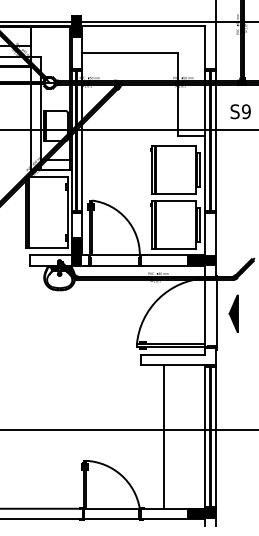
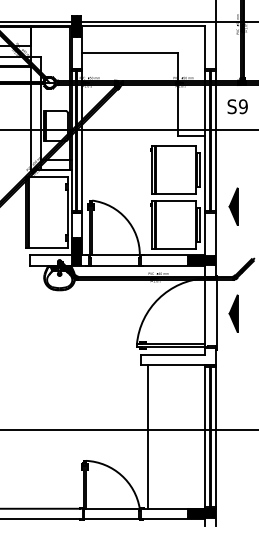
text at (240, 111) position: (240, 111) -> (237, 106)
part at (233, 206): none -> present
line at (163, 436) position: (163, 436) -> (147, 436)
